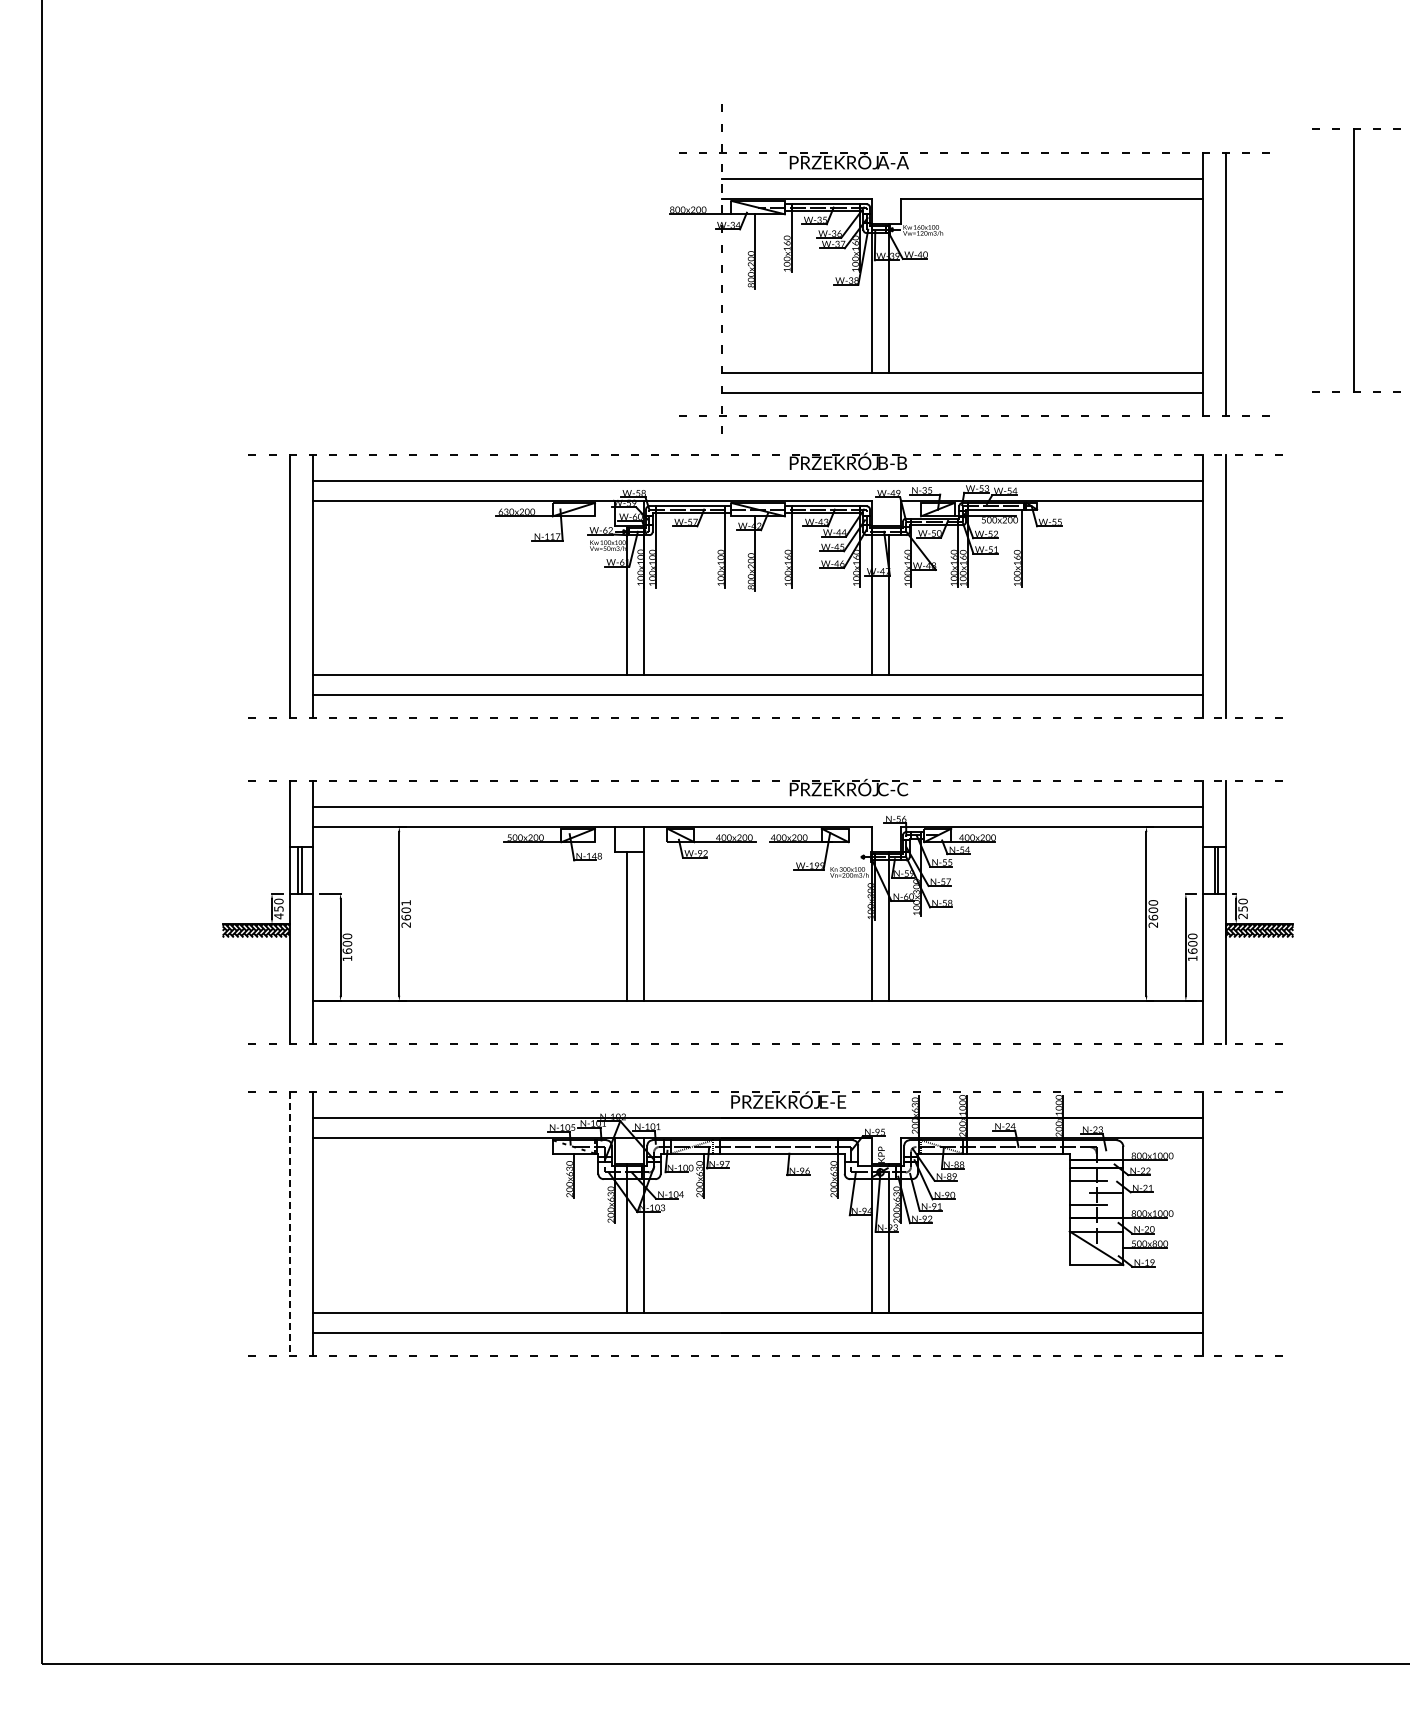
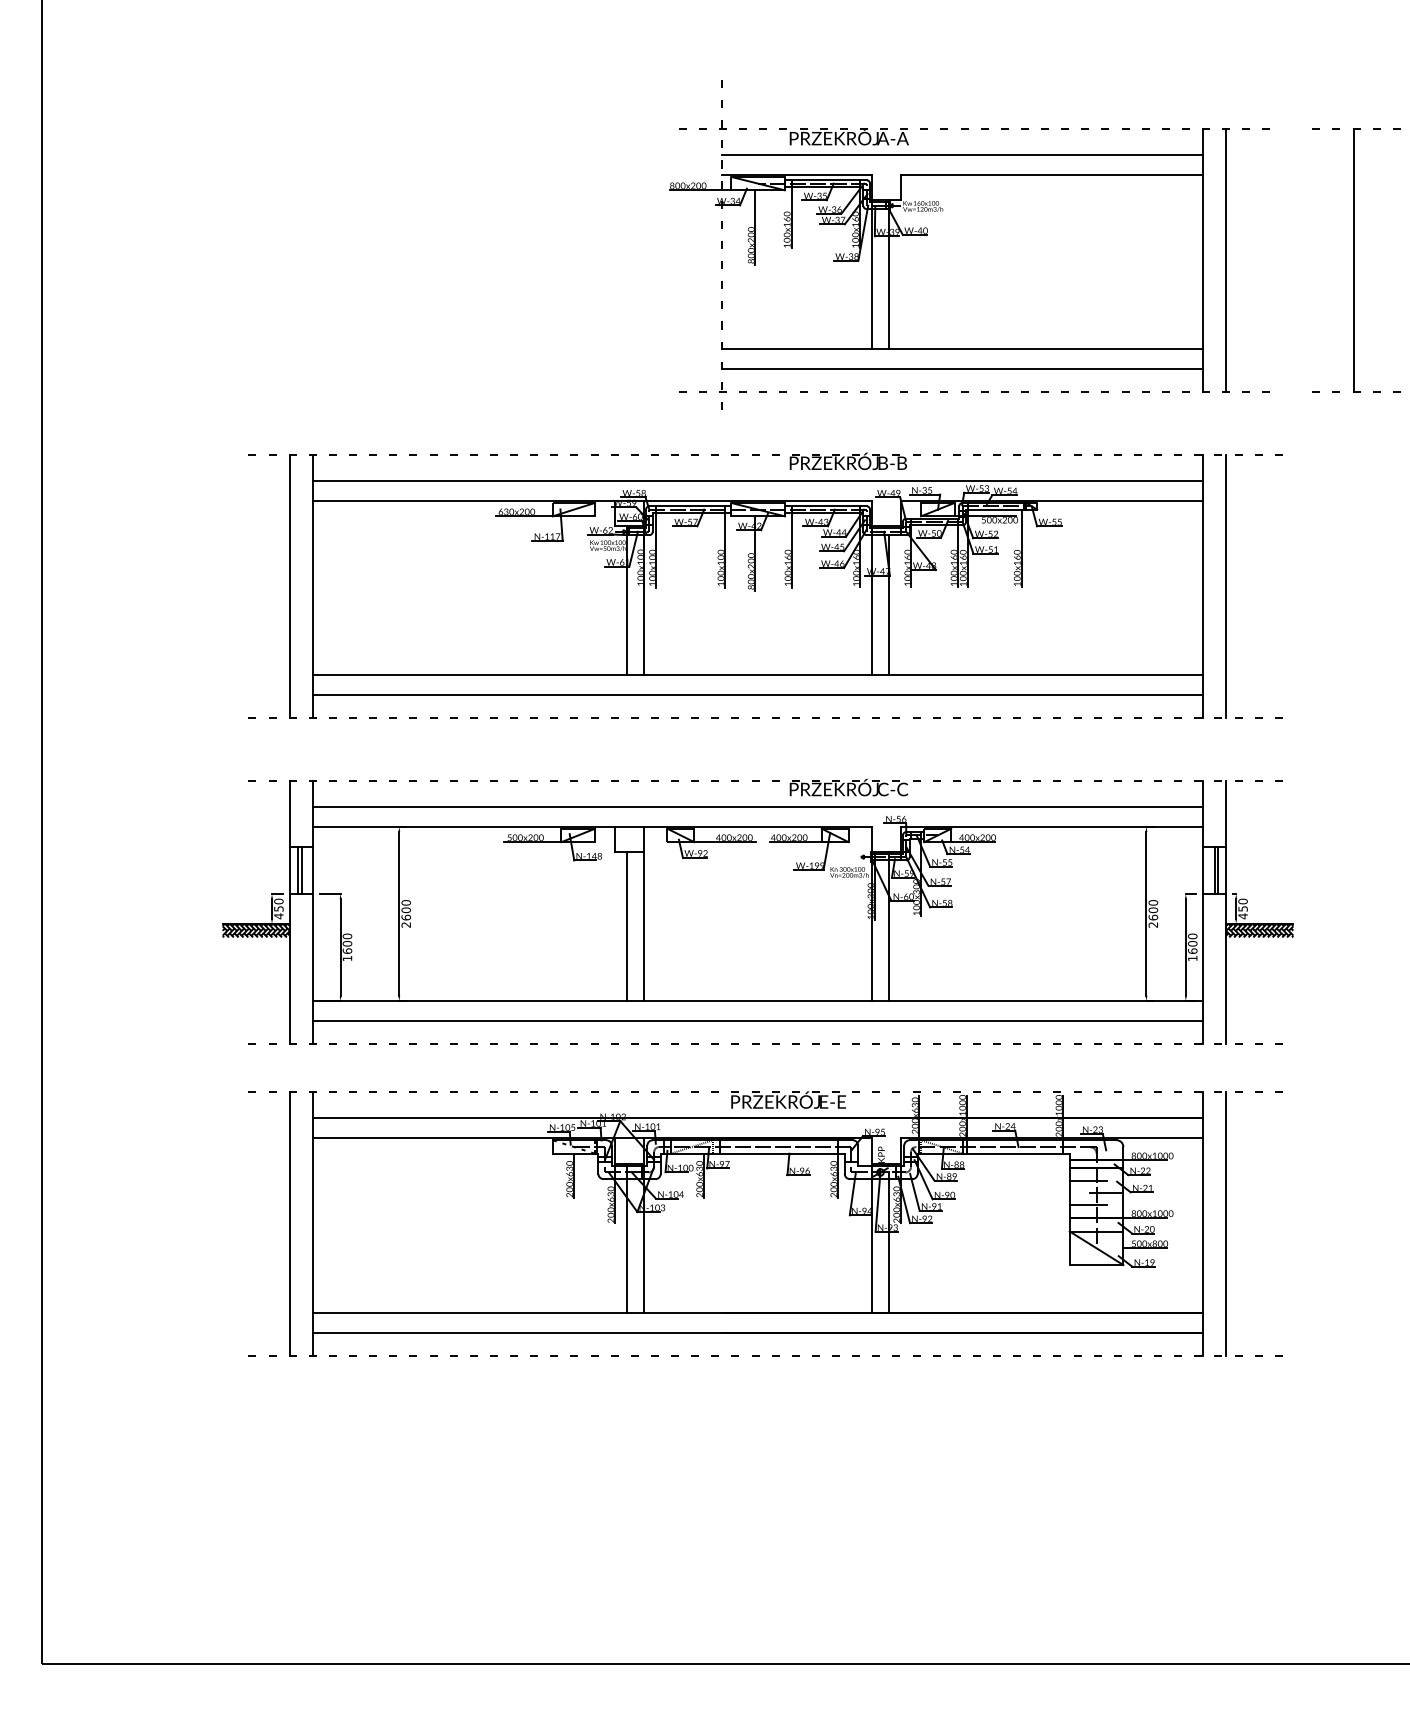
part at (969, 268) position: (969, 268) -> (969, 244)
text at (405, 902): 2601 -> 2600
text at (1242, 916): 250 -> 450
line at (757, 1021): none -> present
line at (289, 1223): dashed -> solid
line at (1226, 1223): none -> present
